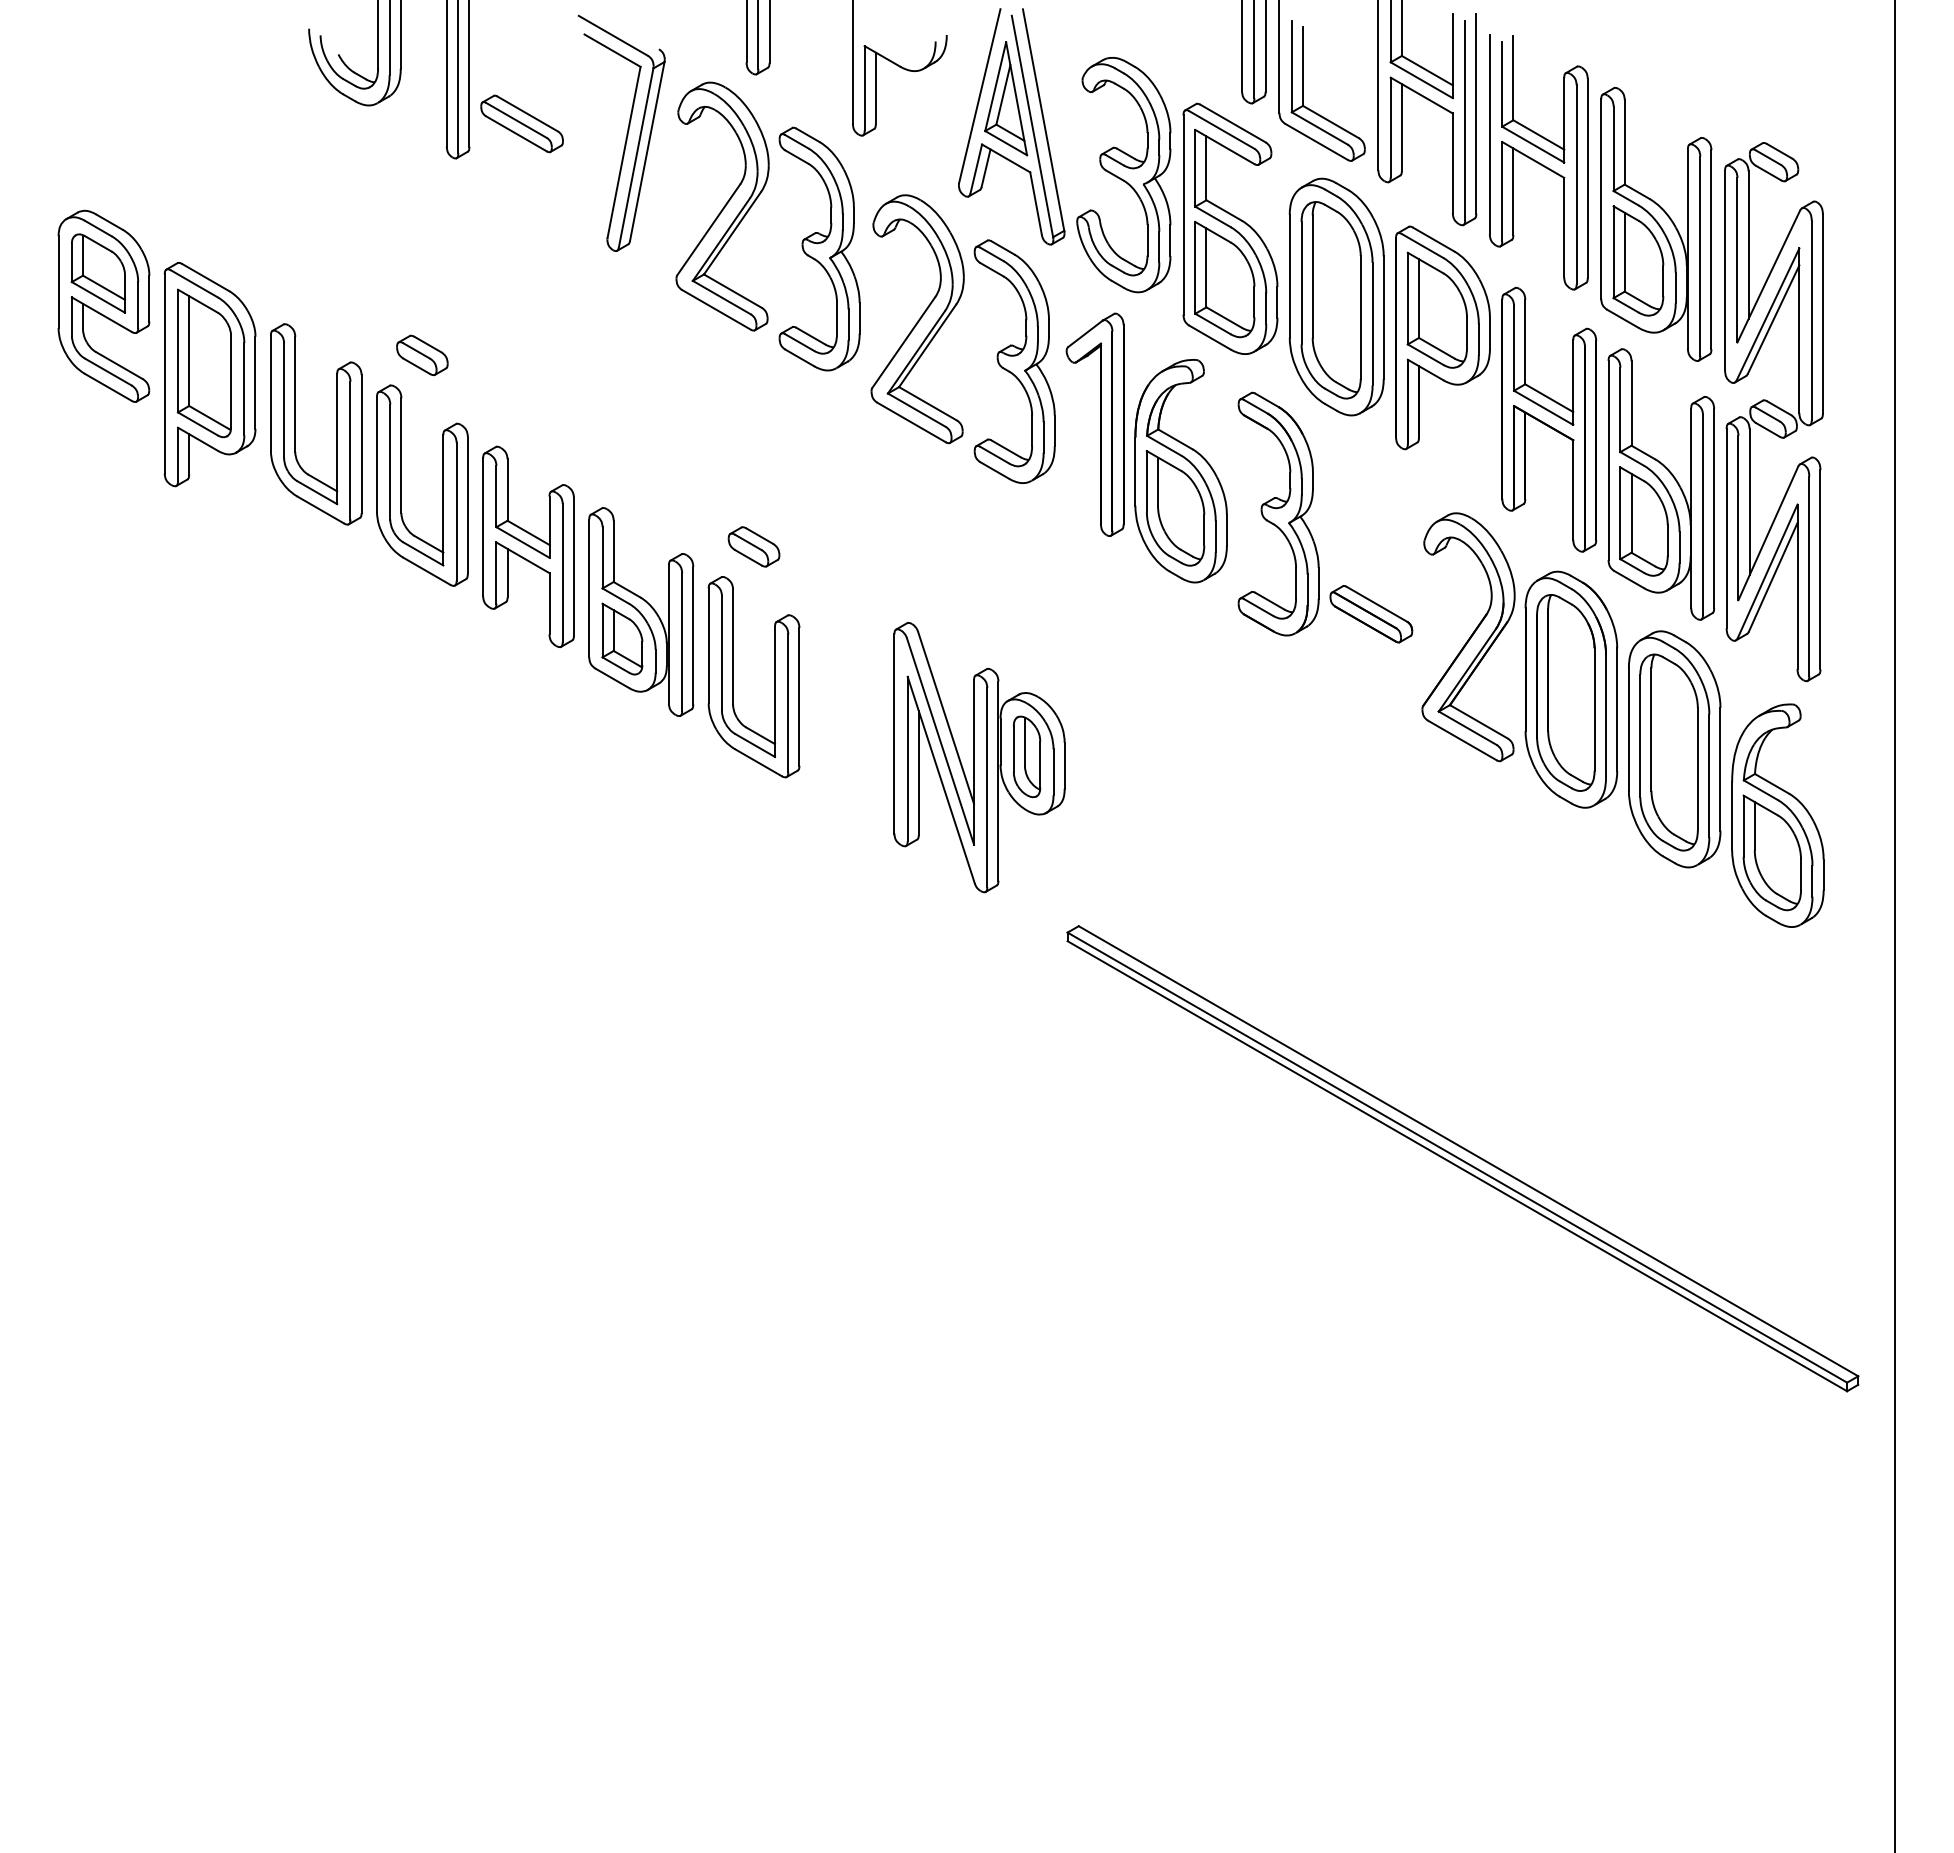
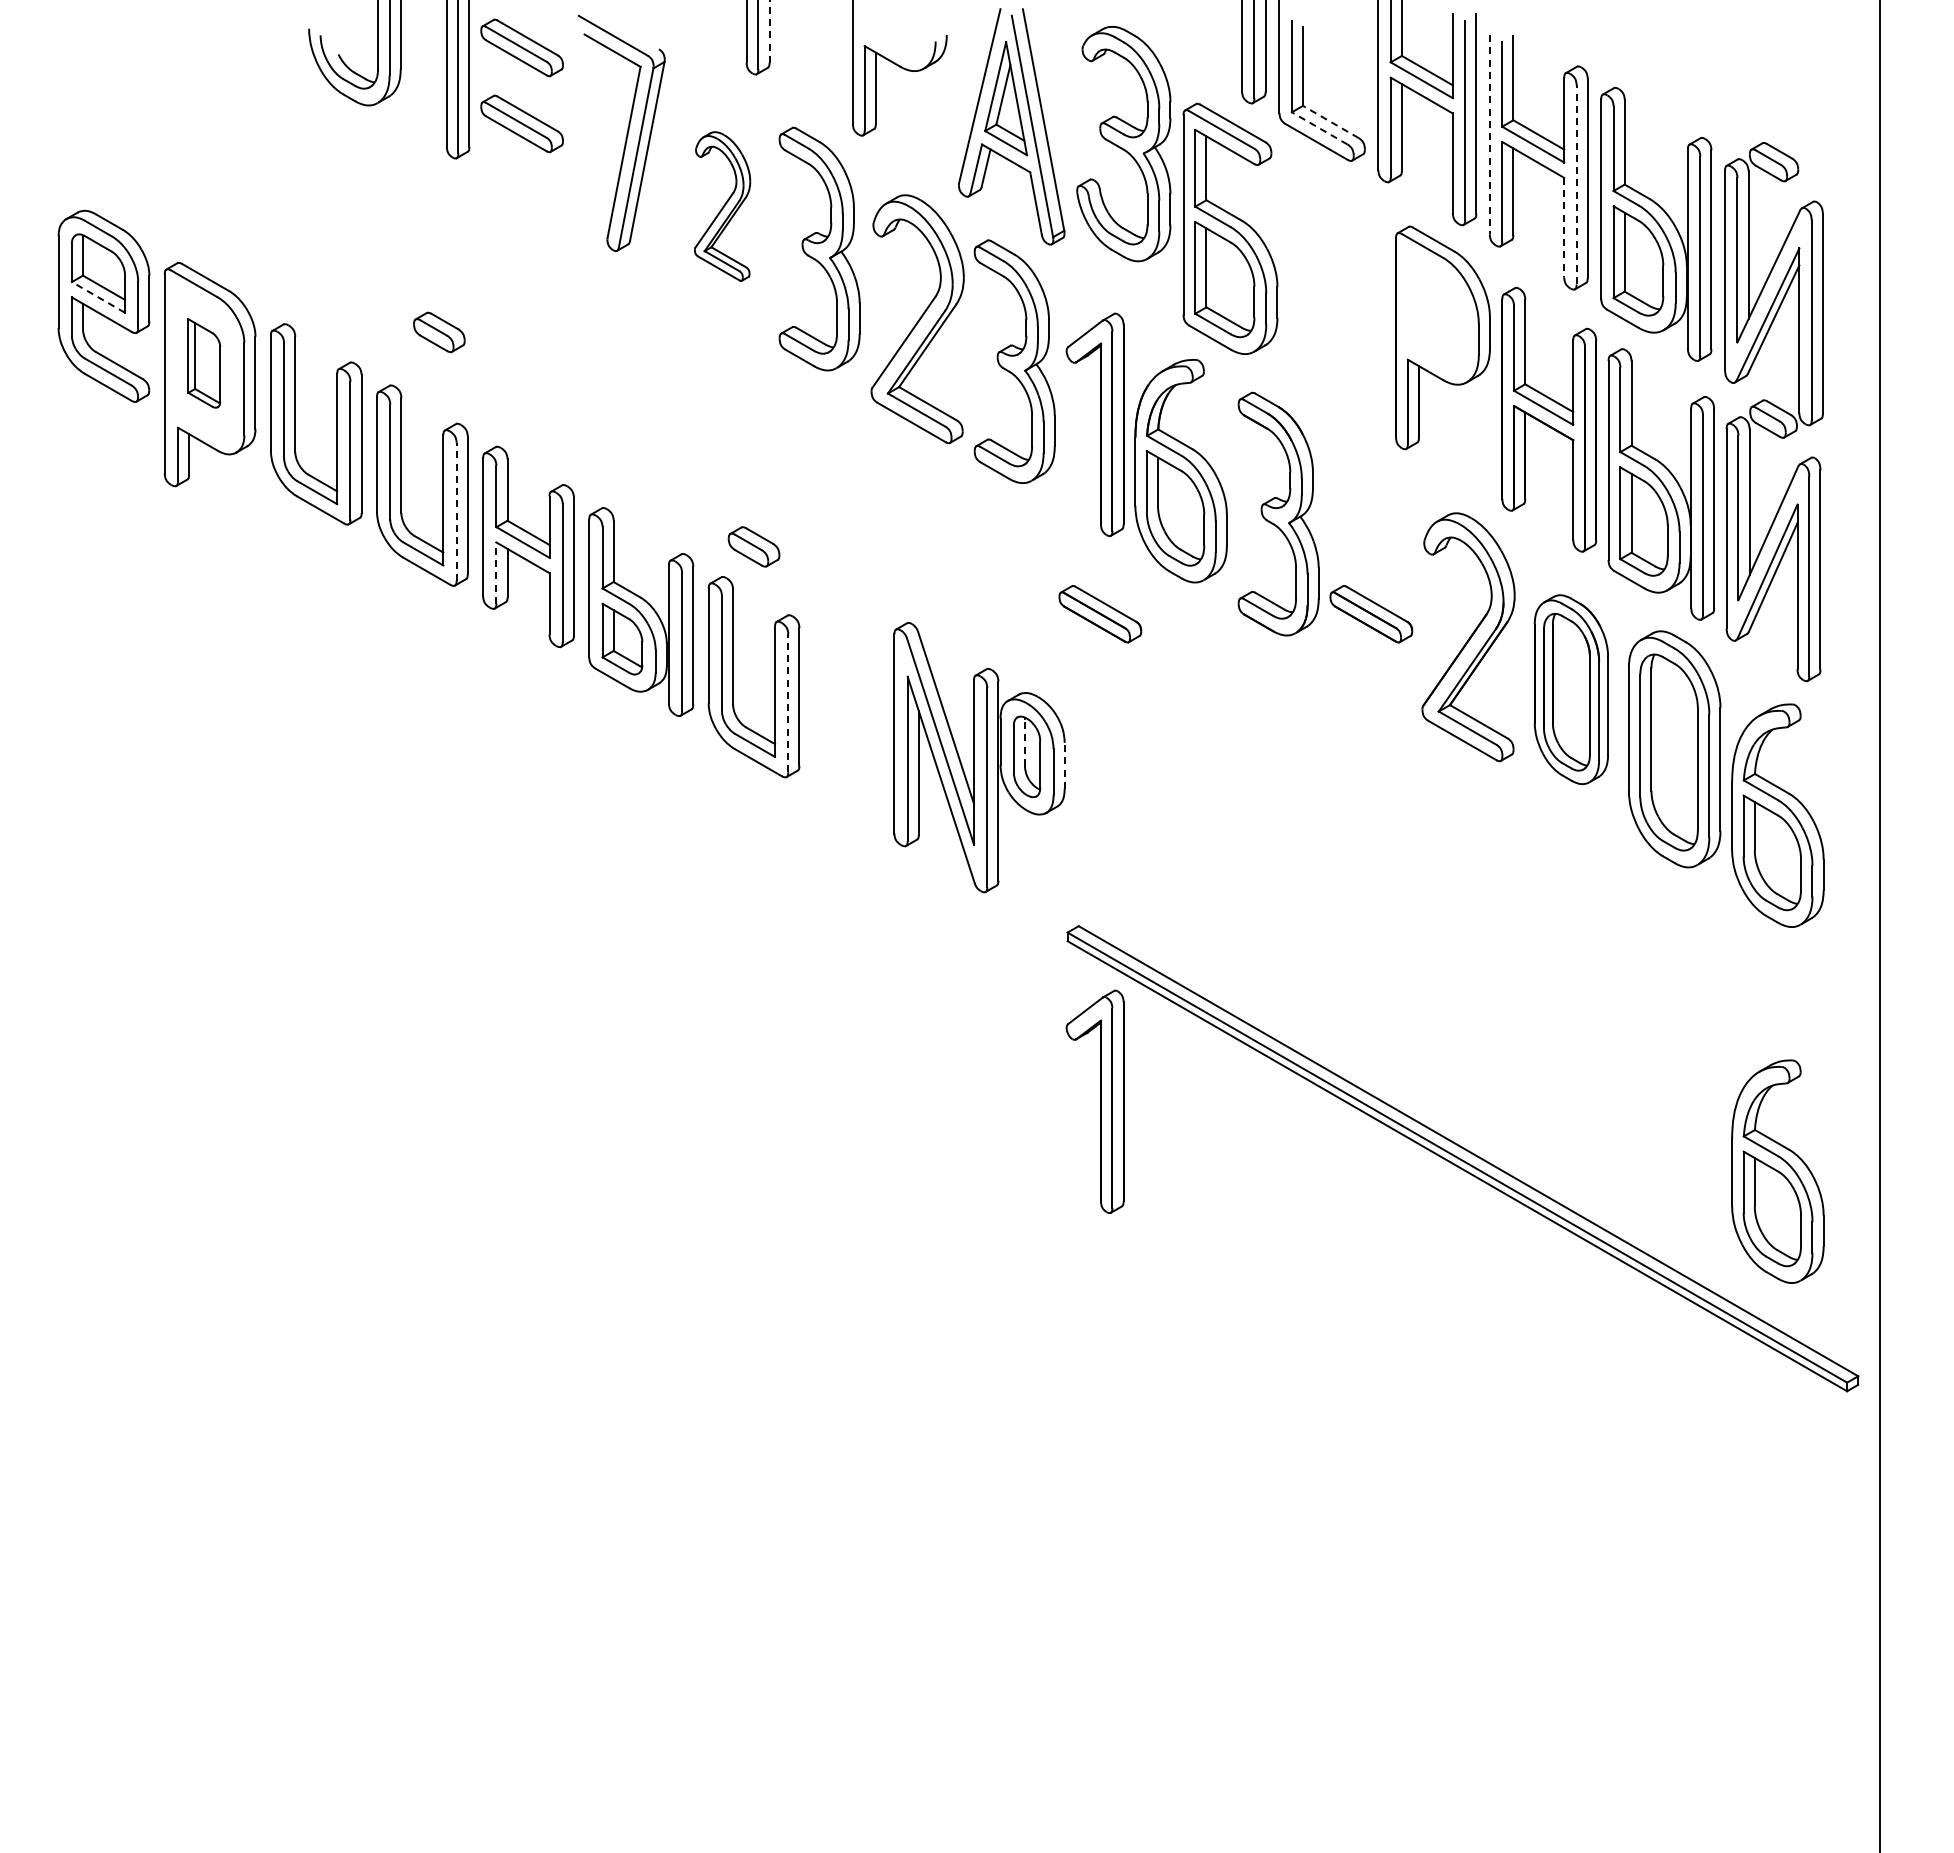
line at (769, 30): solid -> dashed
part at (521, 47): none -> present
line at (1330, 121): solid -> dashed
line at (1319, 128): solid -> dashed
line at (1489, 134): solid -> dashed
part at (1123, 175) position: (1123, 175) -> (1123, 144)
line at (1576, 184): solid -> dashed
part at (722, 206) size: 95x251 px -> 58x151 px
line at (1564, 227): solid -> dashed
part at (1336, 296): present -> none
line at (98, 297): solid -> dashed
part at (1436, 309): present -> none
part at (422, 355) position: (422, 355) -> (439, 332)
part at (203, 363) size: 56x151 px -> 35x91 px
line at (456, 511): solid -> dashed
line at (496, 573): solid -> dashed
part at (1100, 614): none -> present
part at (1571, 689) size: 95x239 px -> 76x191 px
line at (788, 703): solid -> dashed
line at (1024, 742): solid -> dashed
line at (1064, 765): solid -> dashed
line at (1895, 925) position: (1895, 925) -> (1880, 925)
part at (1094, 1101): none -> present
part at (1777, 1171): none -> present
